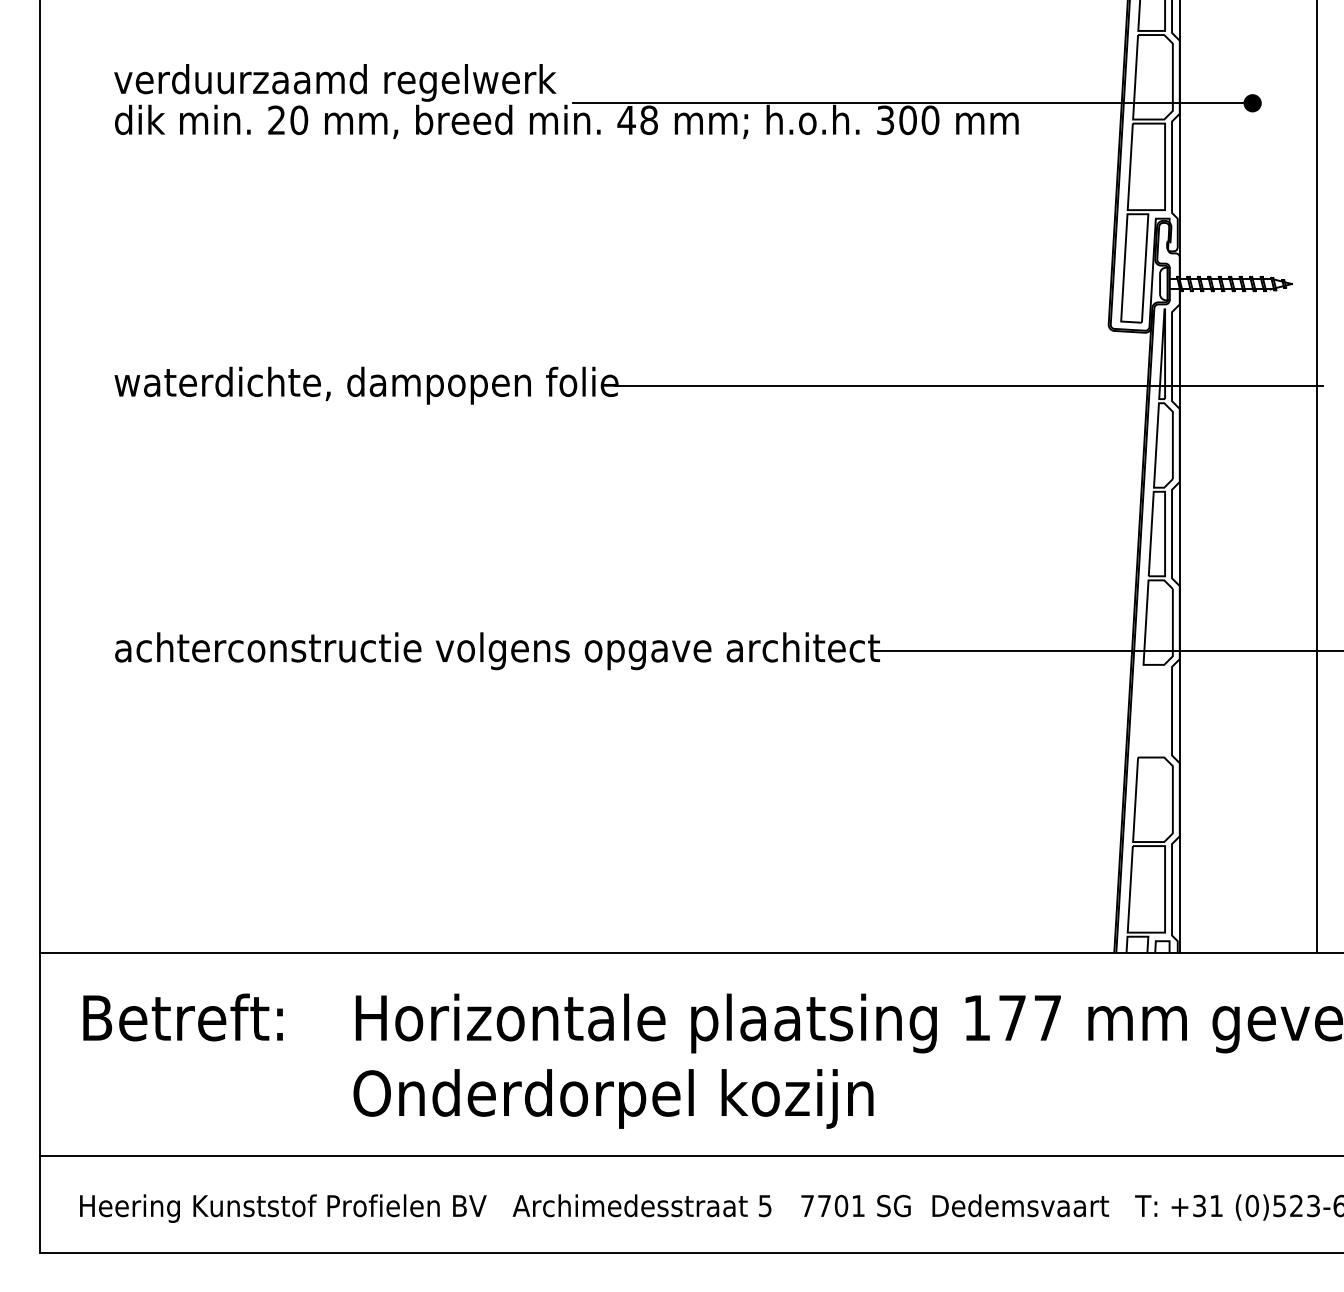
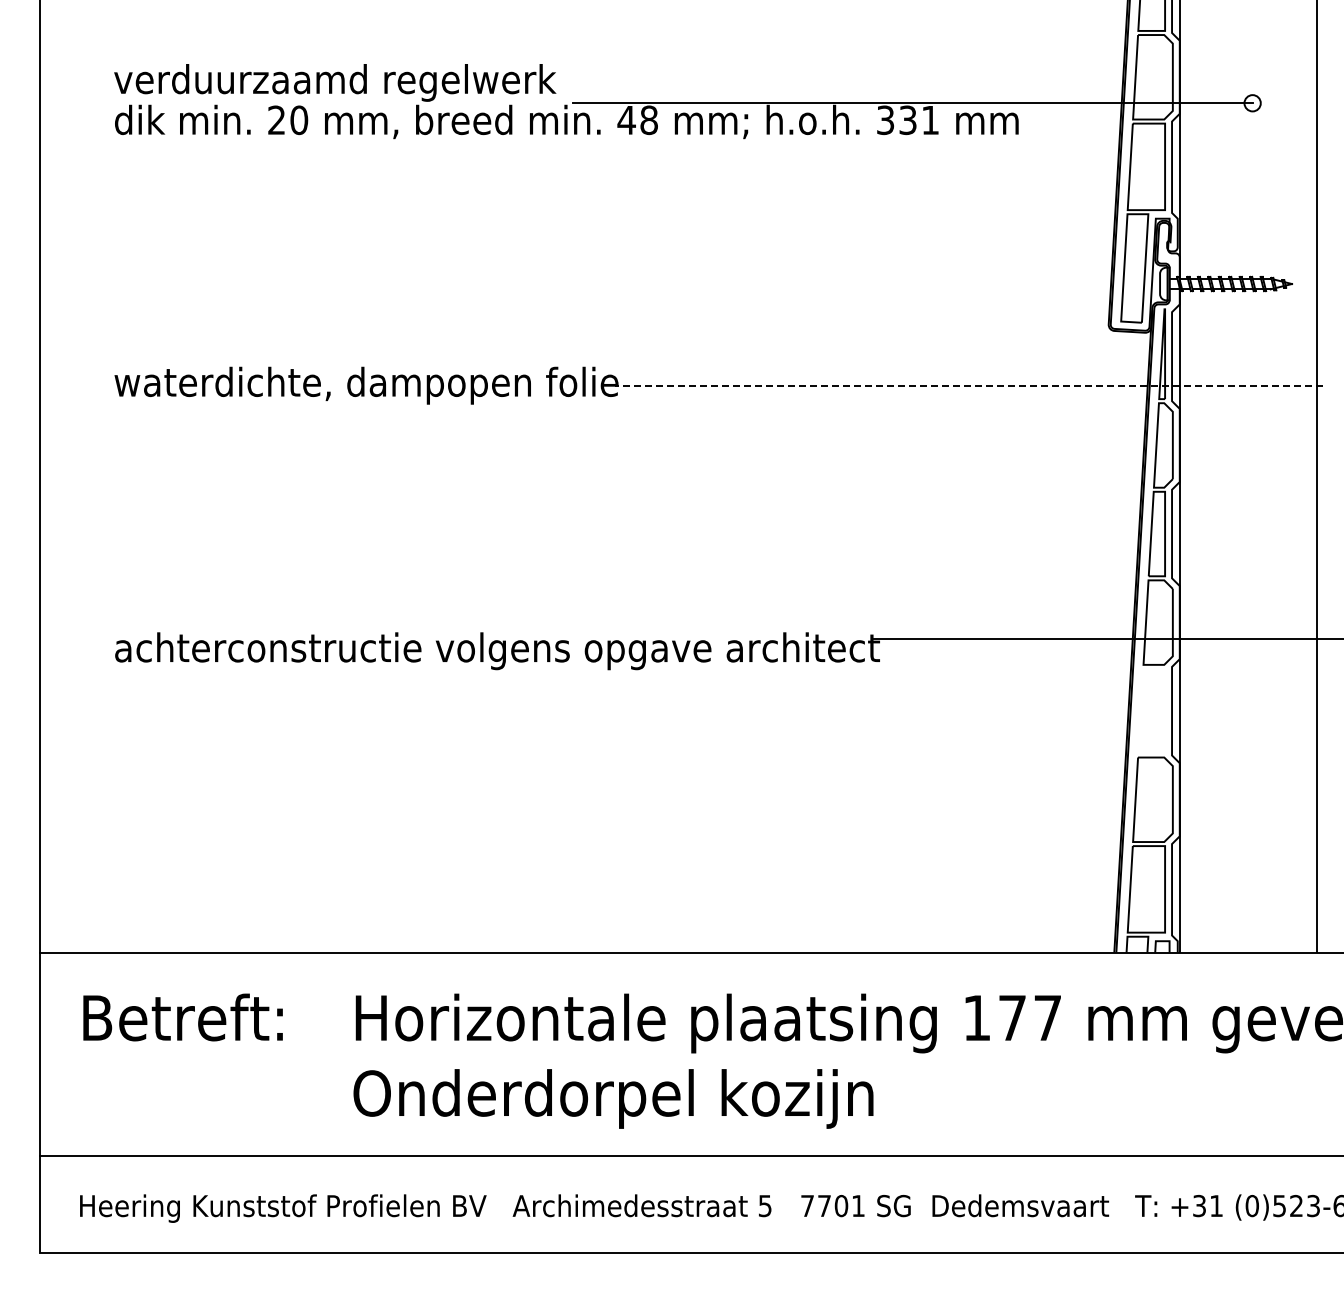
fill at (1252, 103): present -> none
text at (919, 120): 300 -> 331
line at (968, 385): solid -> dashed
line at (1107, 651) position: (1107, 651) -> (1107, 639)
